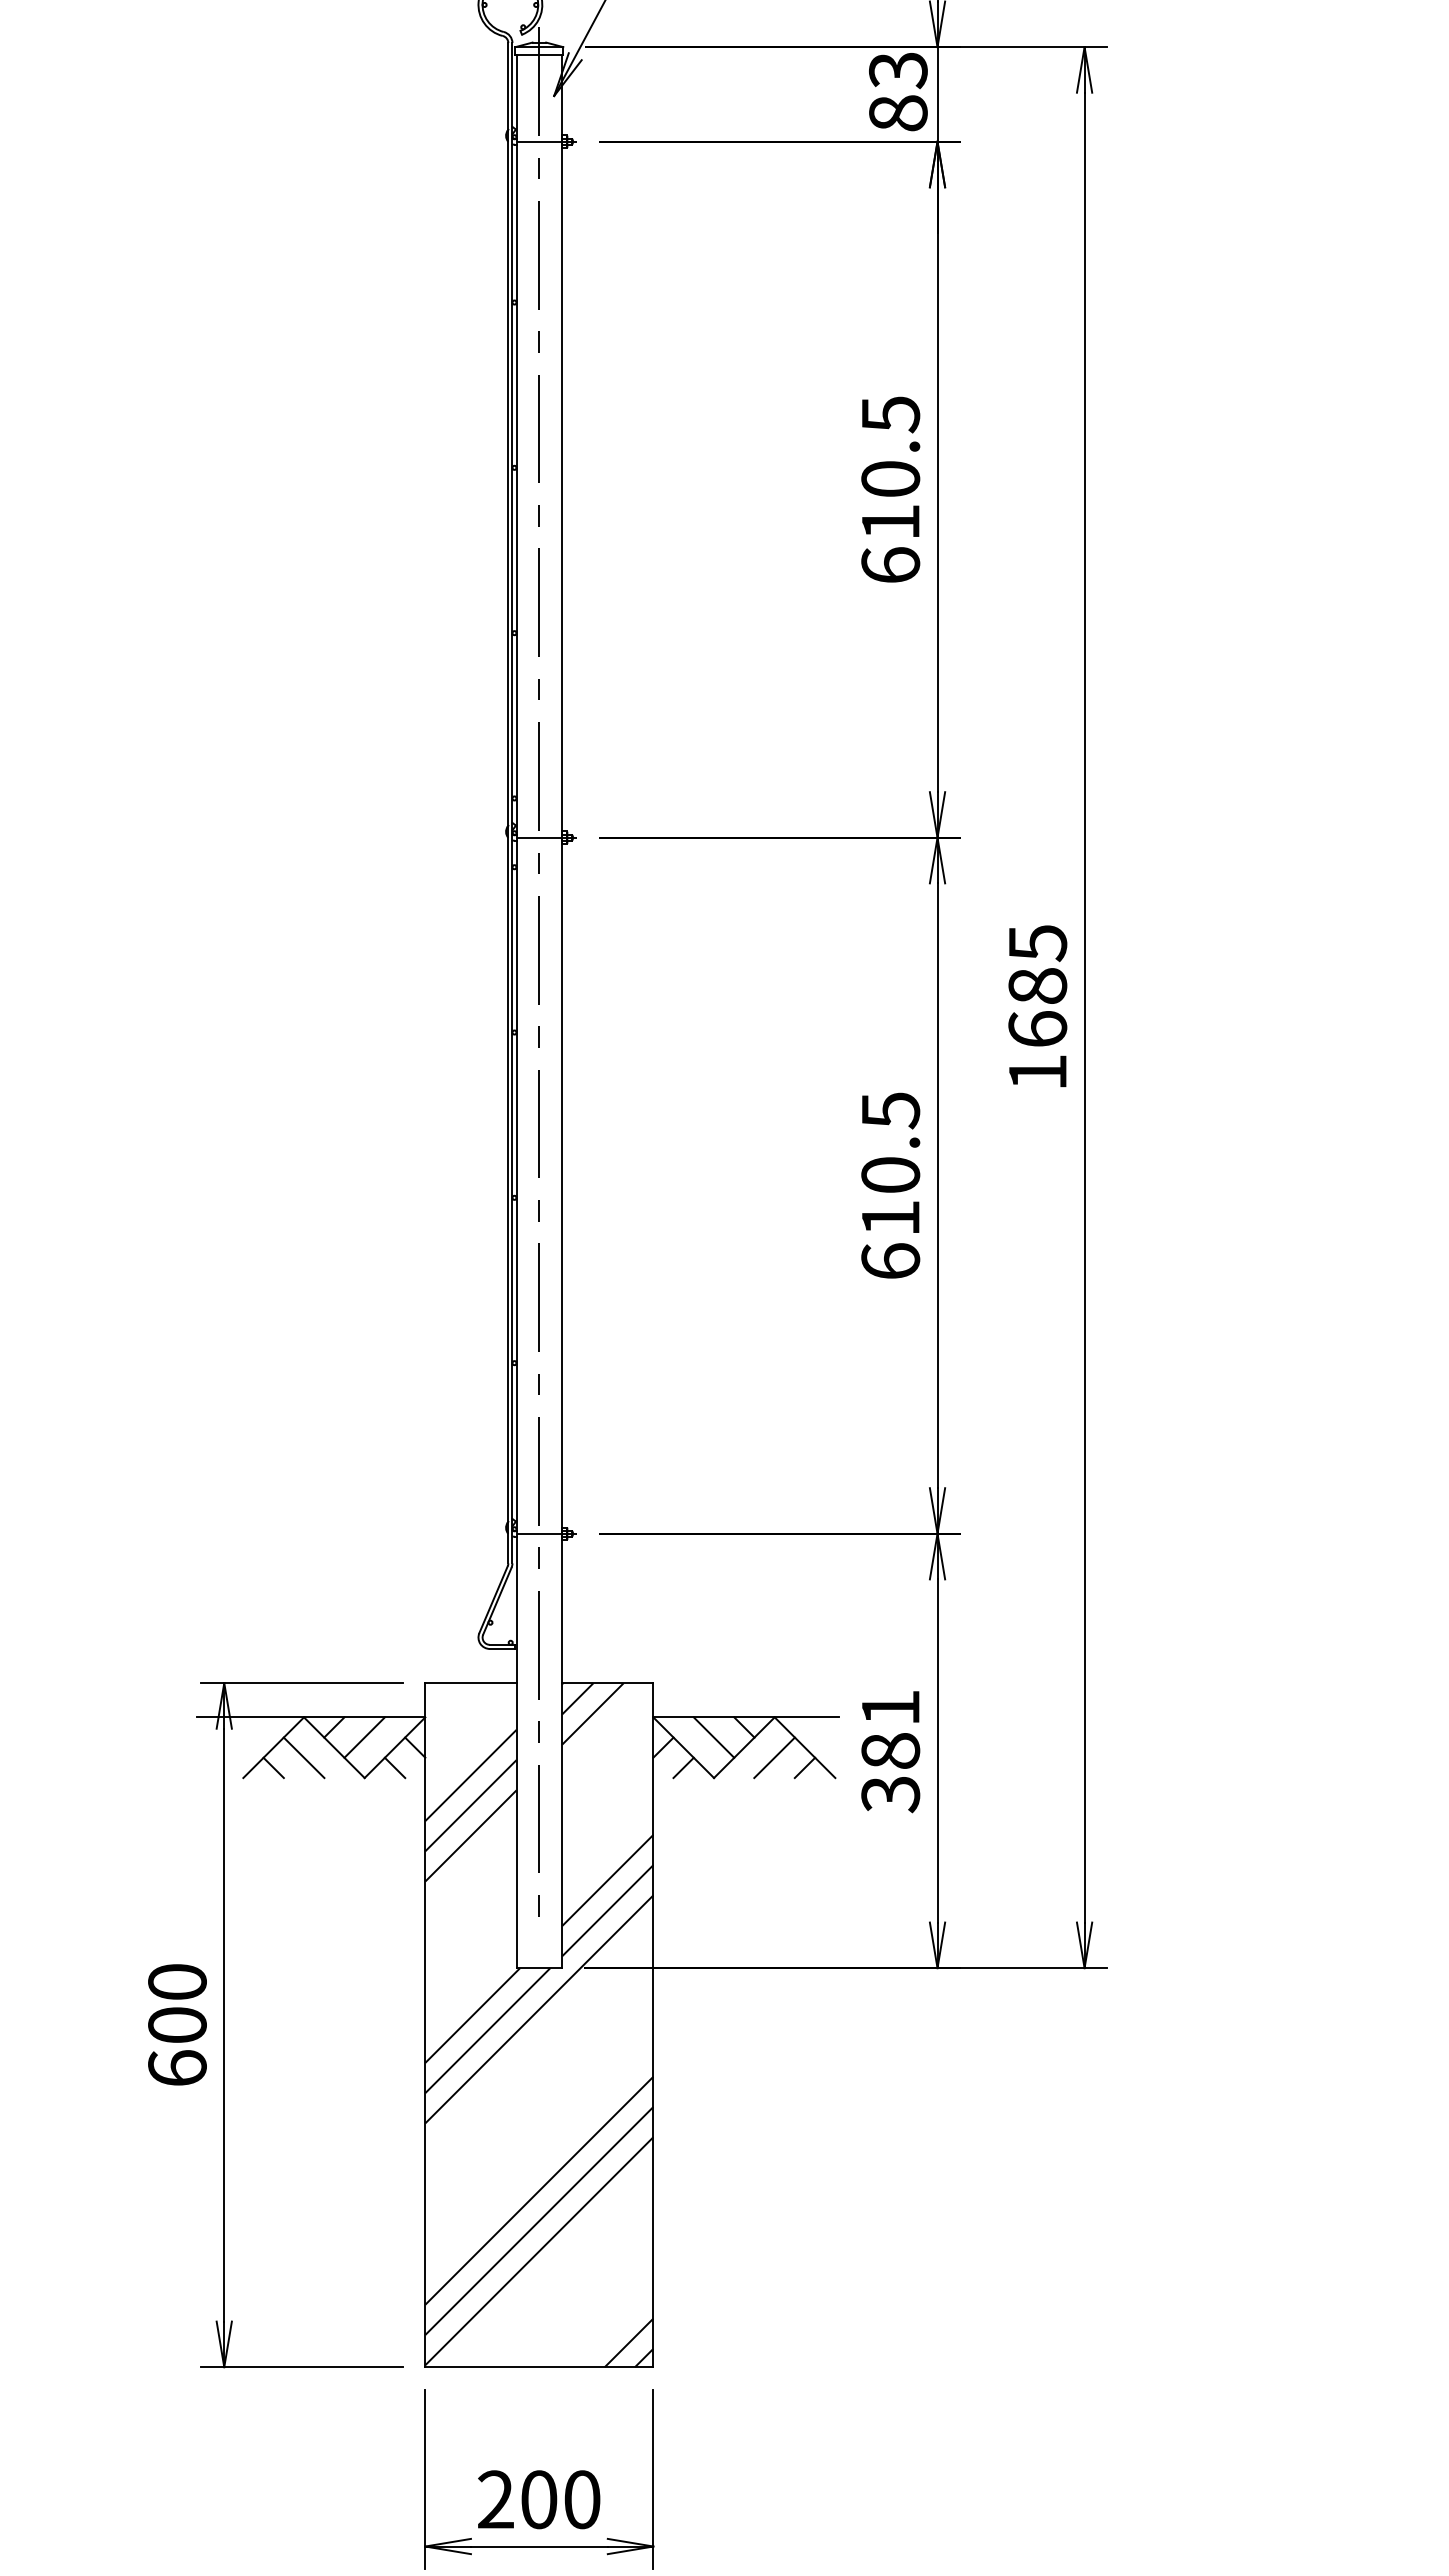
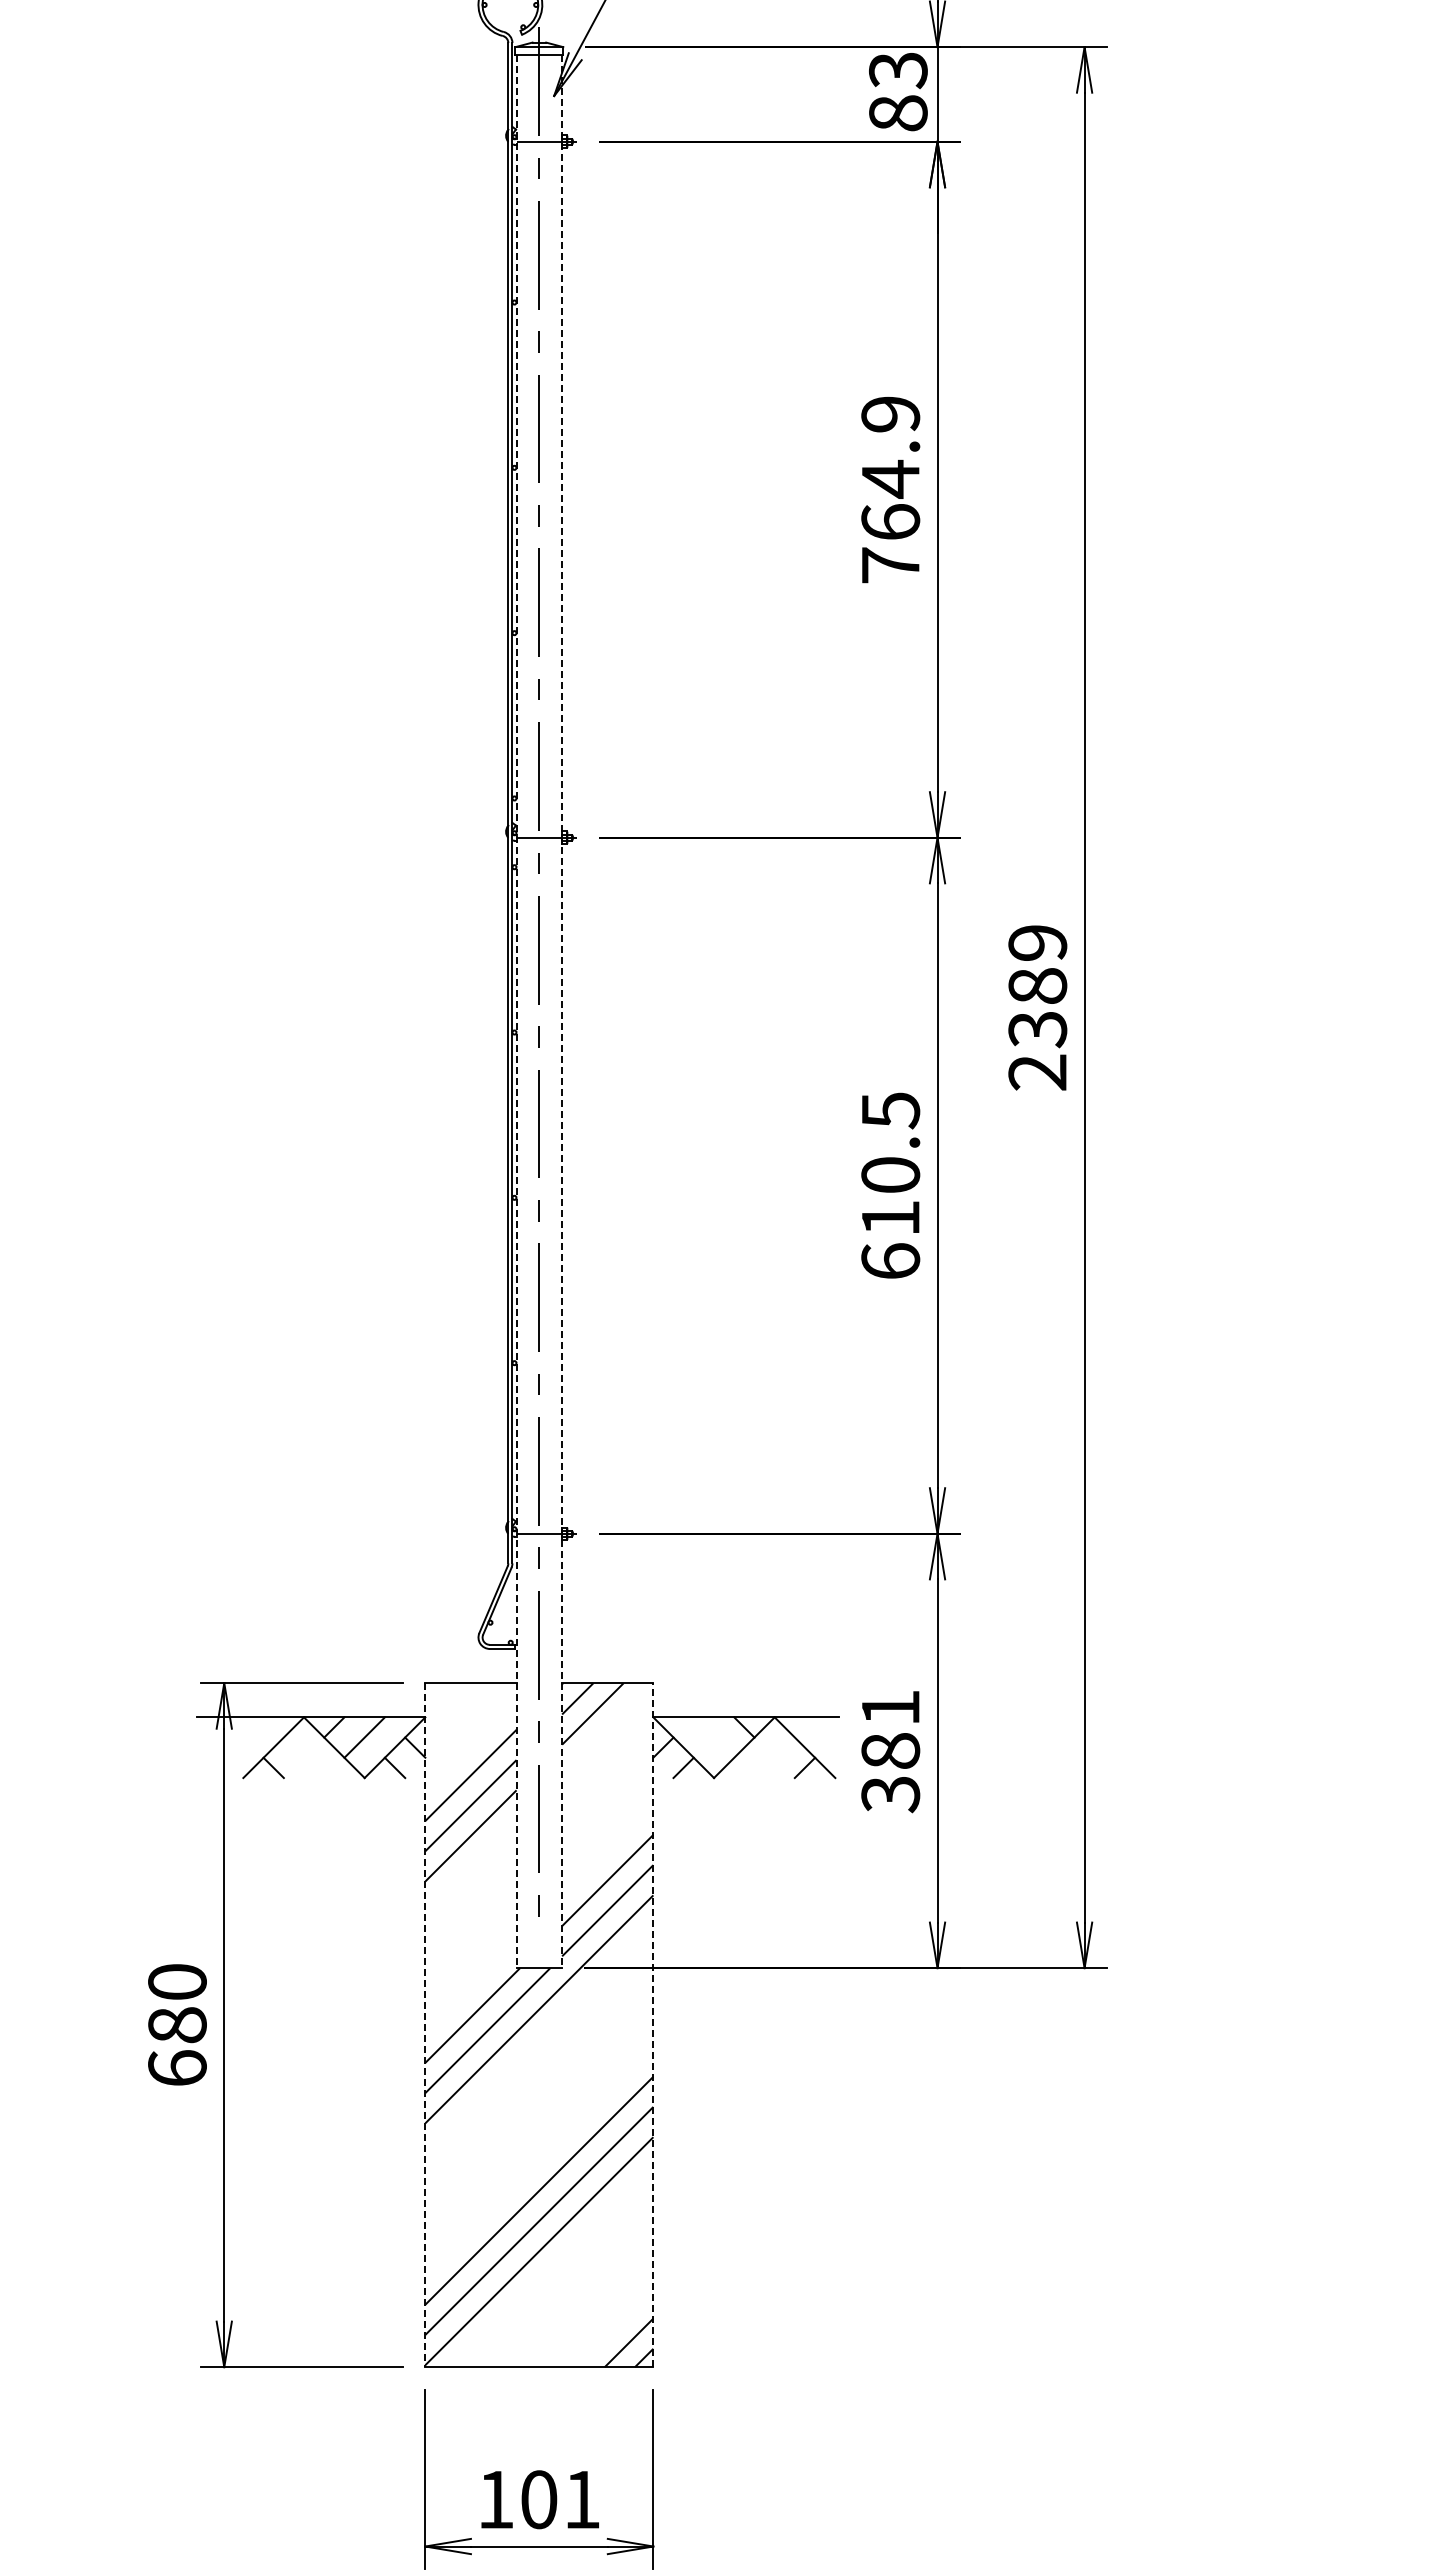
text at (890, 489): 610.5 -> 764.9
text at (1037, 1007): 1685 -> 2389
line at (516, 1011): solid -> dashed
line at (562, 1011): solid -> dashed
line at (713, 1737): present -> none
line at (303, 1757): present -> none
line at (774, 1757): present -> none
line at (653, 2024): solid -> dashed
text at (177, 2025): 600 -> 680
line at (425, 2025): solid -> dashed
text at (539, 2499): 200 -> 101
